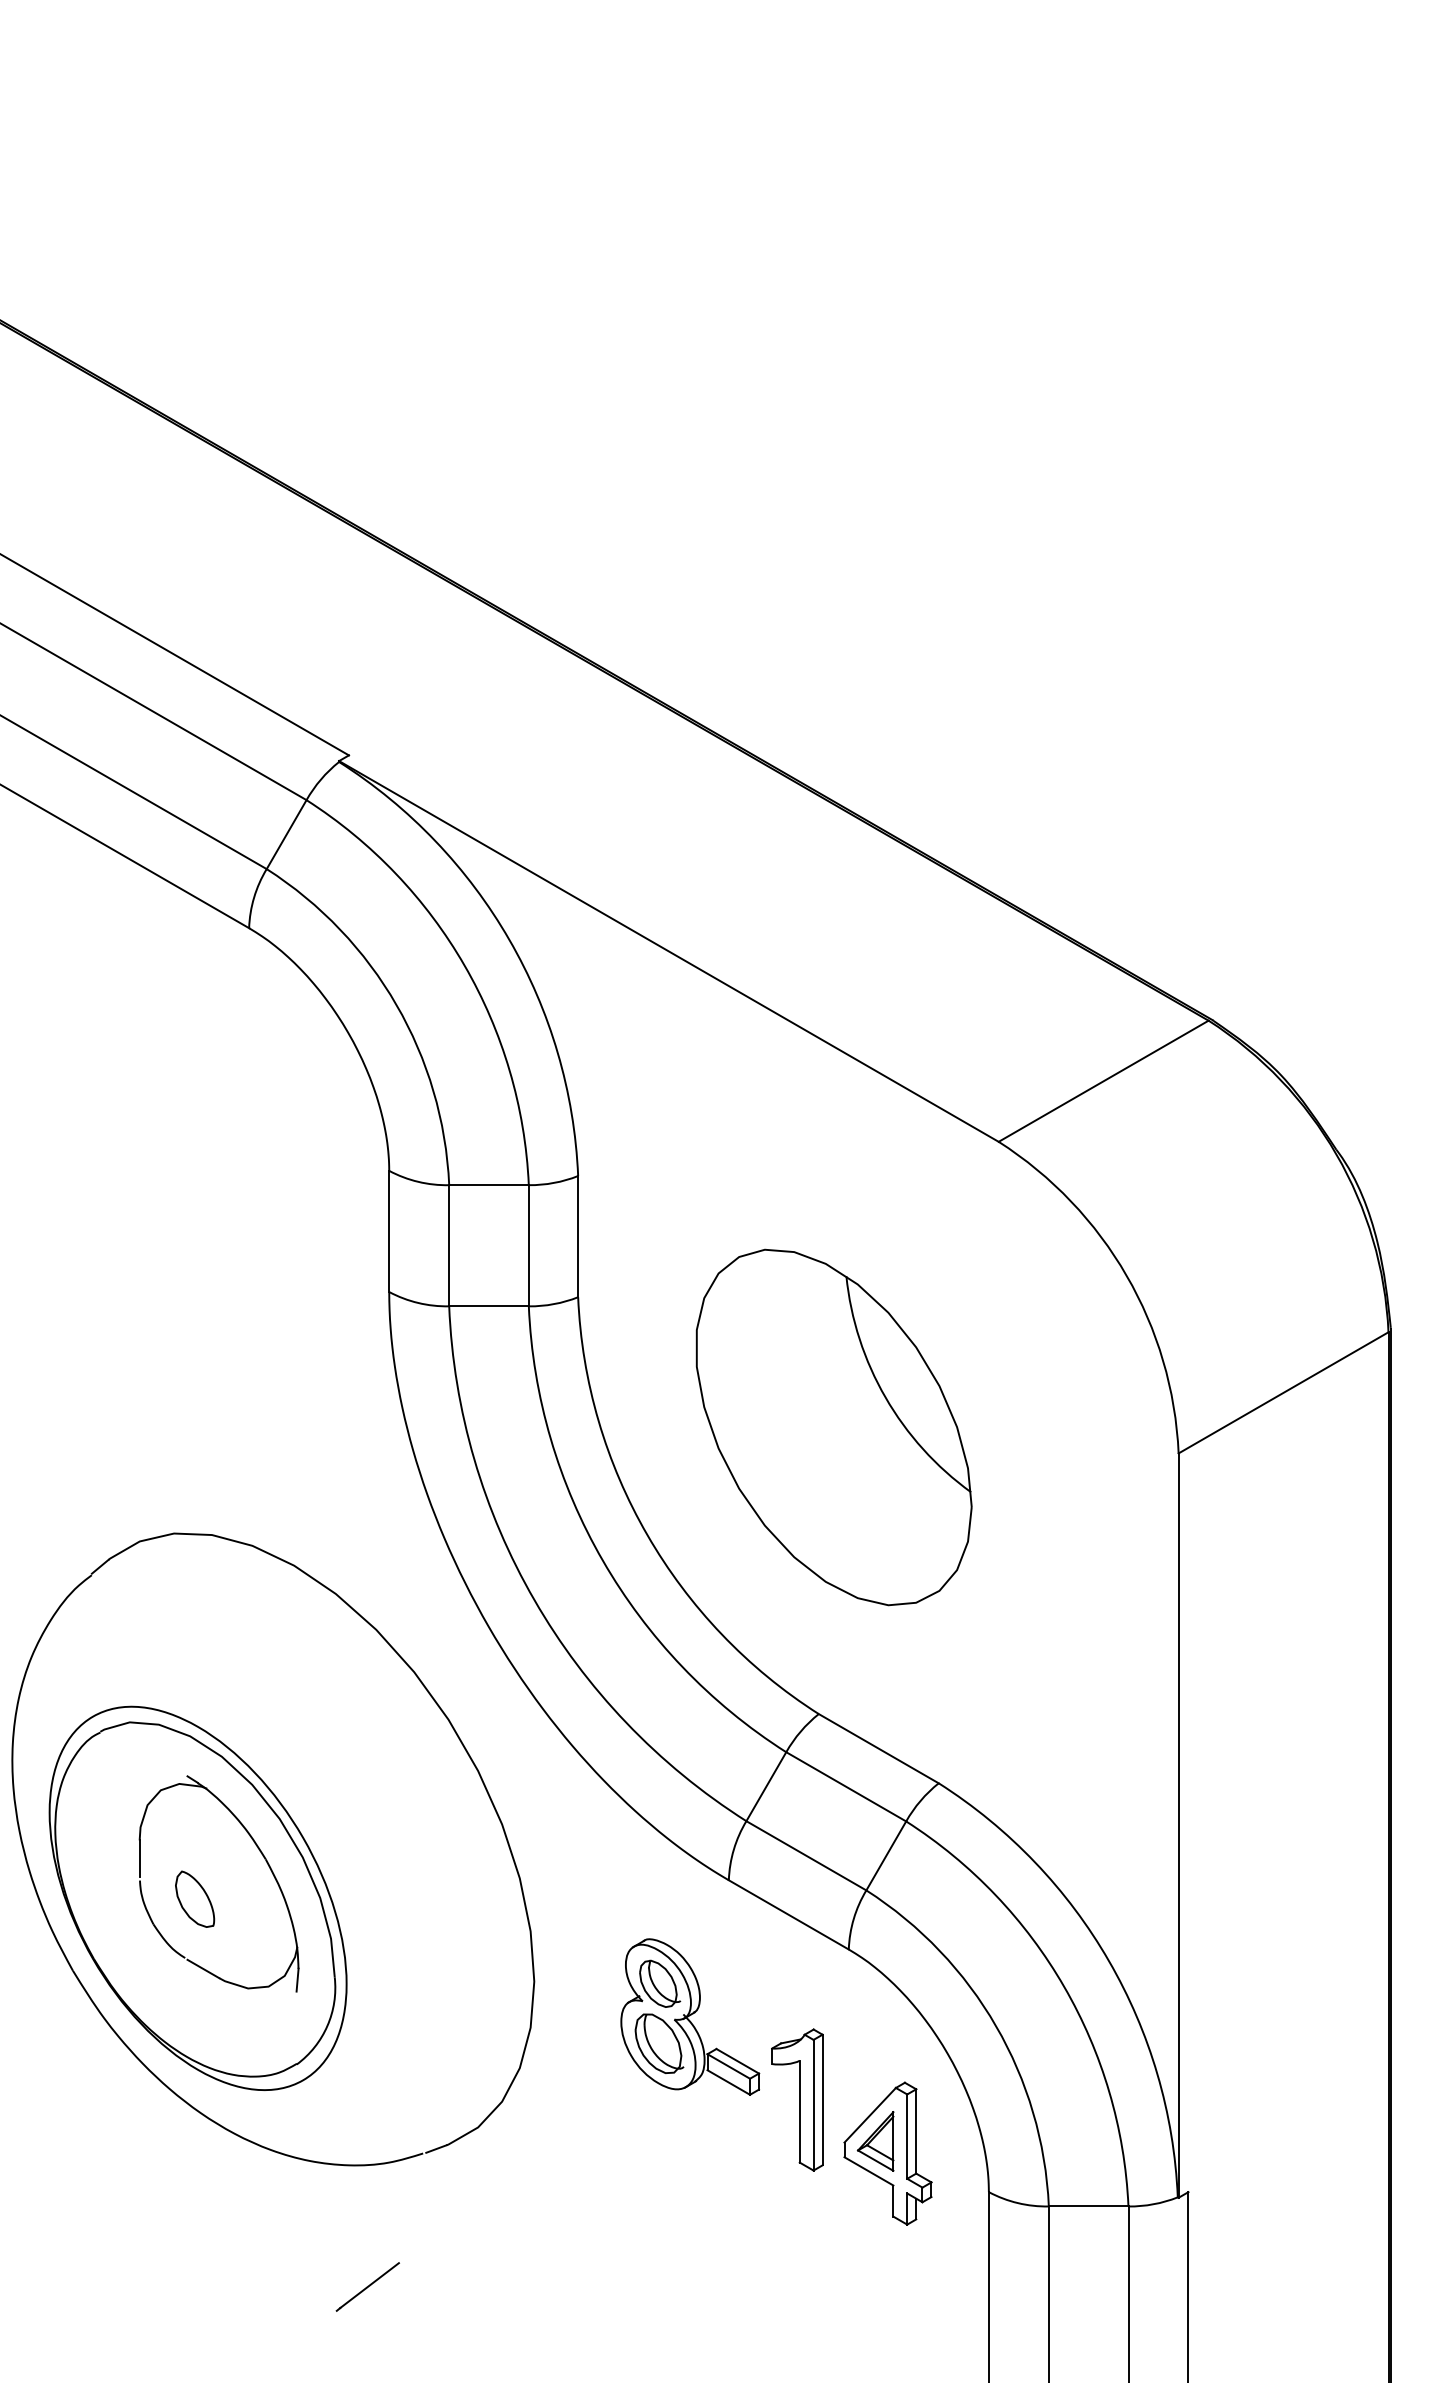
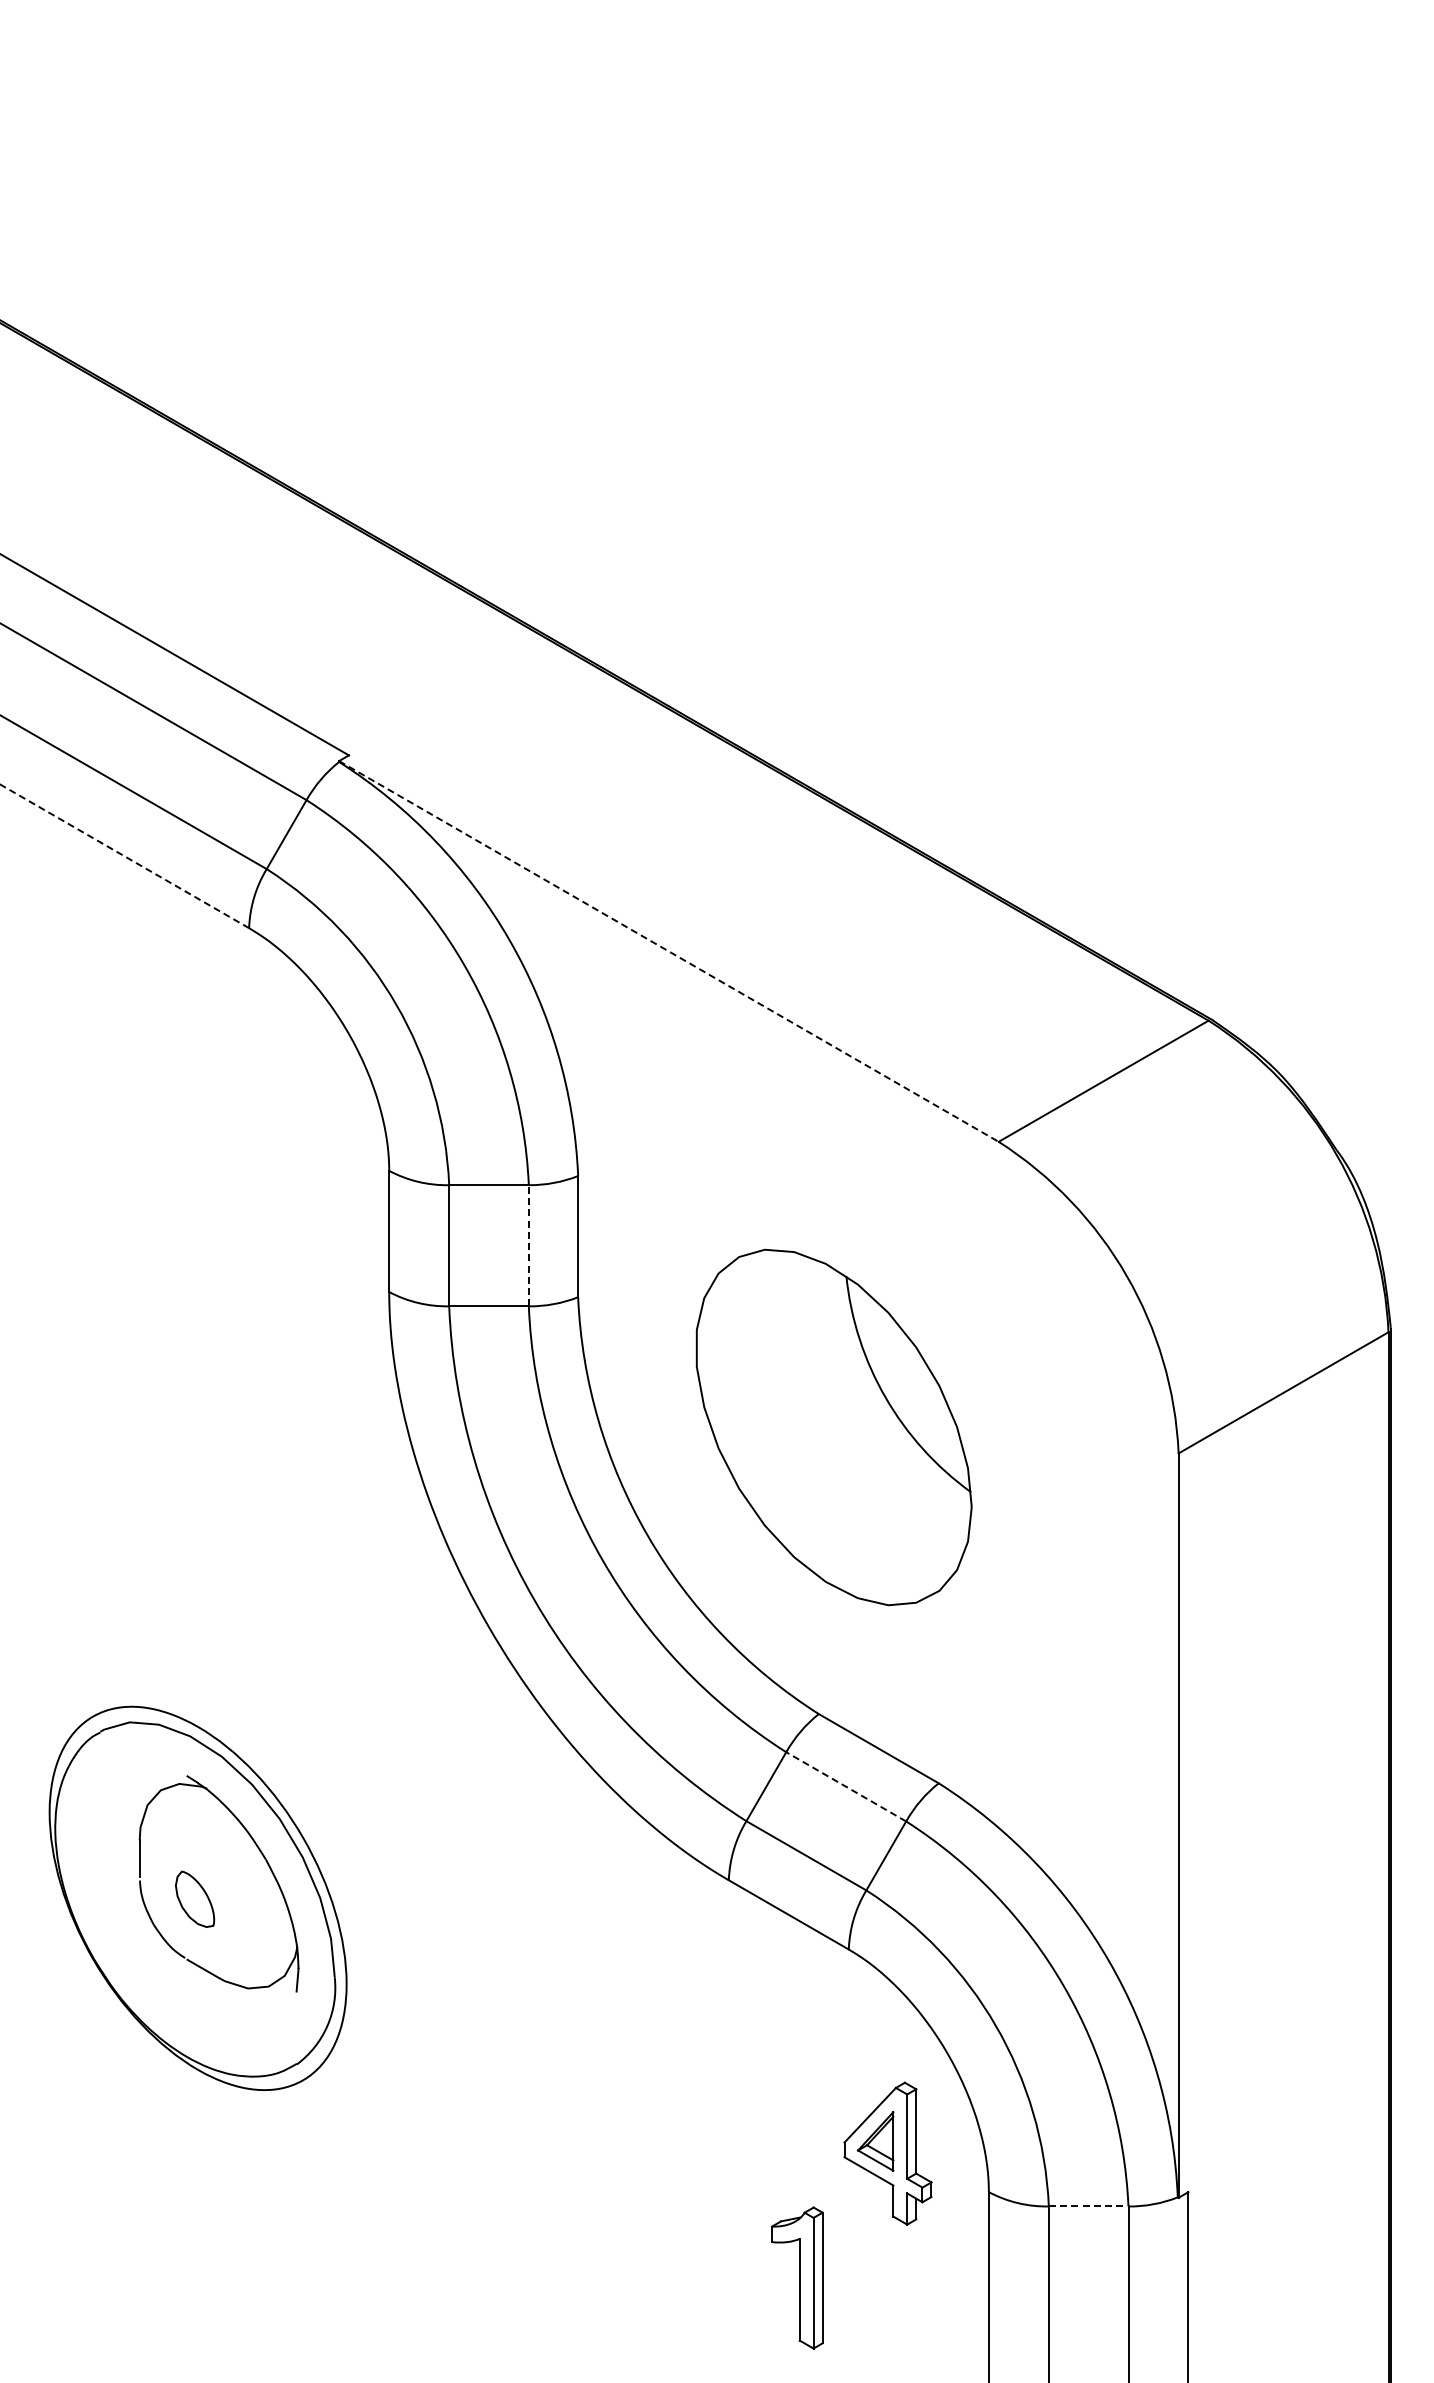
line at (124, 856): solid -> dashed
line at (668, 951): solid -> dashed
line at (528, 1245): solid -> dashed
part at (458, 1739): present -> none
line at (845, 1786): solid -> dashed
part at (690, 2016): present -> none
part at (797, 2099) position: (797, 2099) -> (797, 2277)
line at (1088, 2206): solid -> dashed
line at (367, 2286): present -> none
